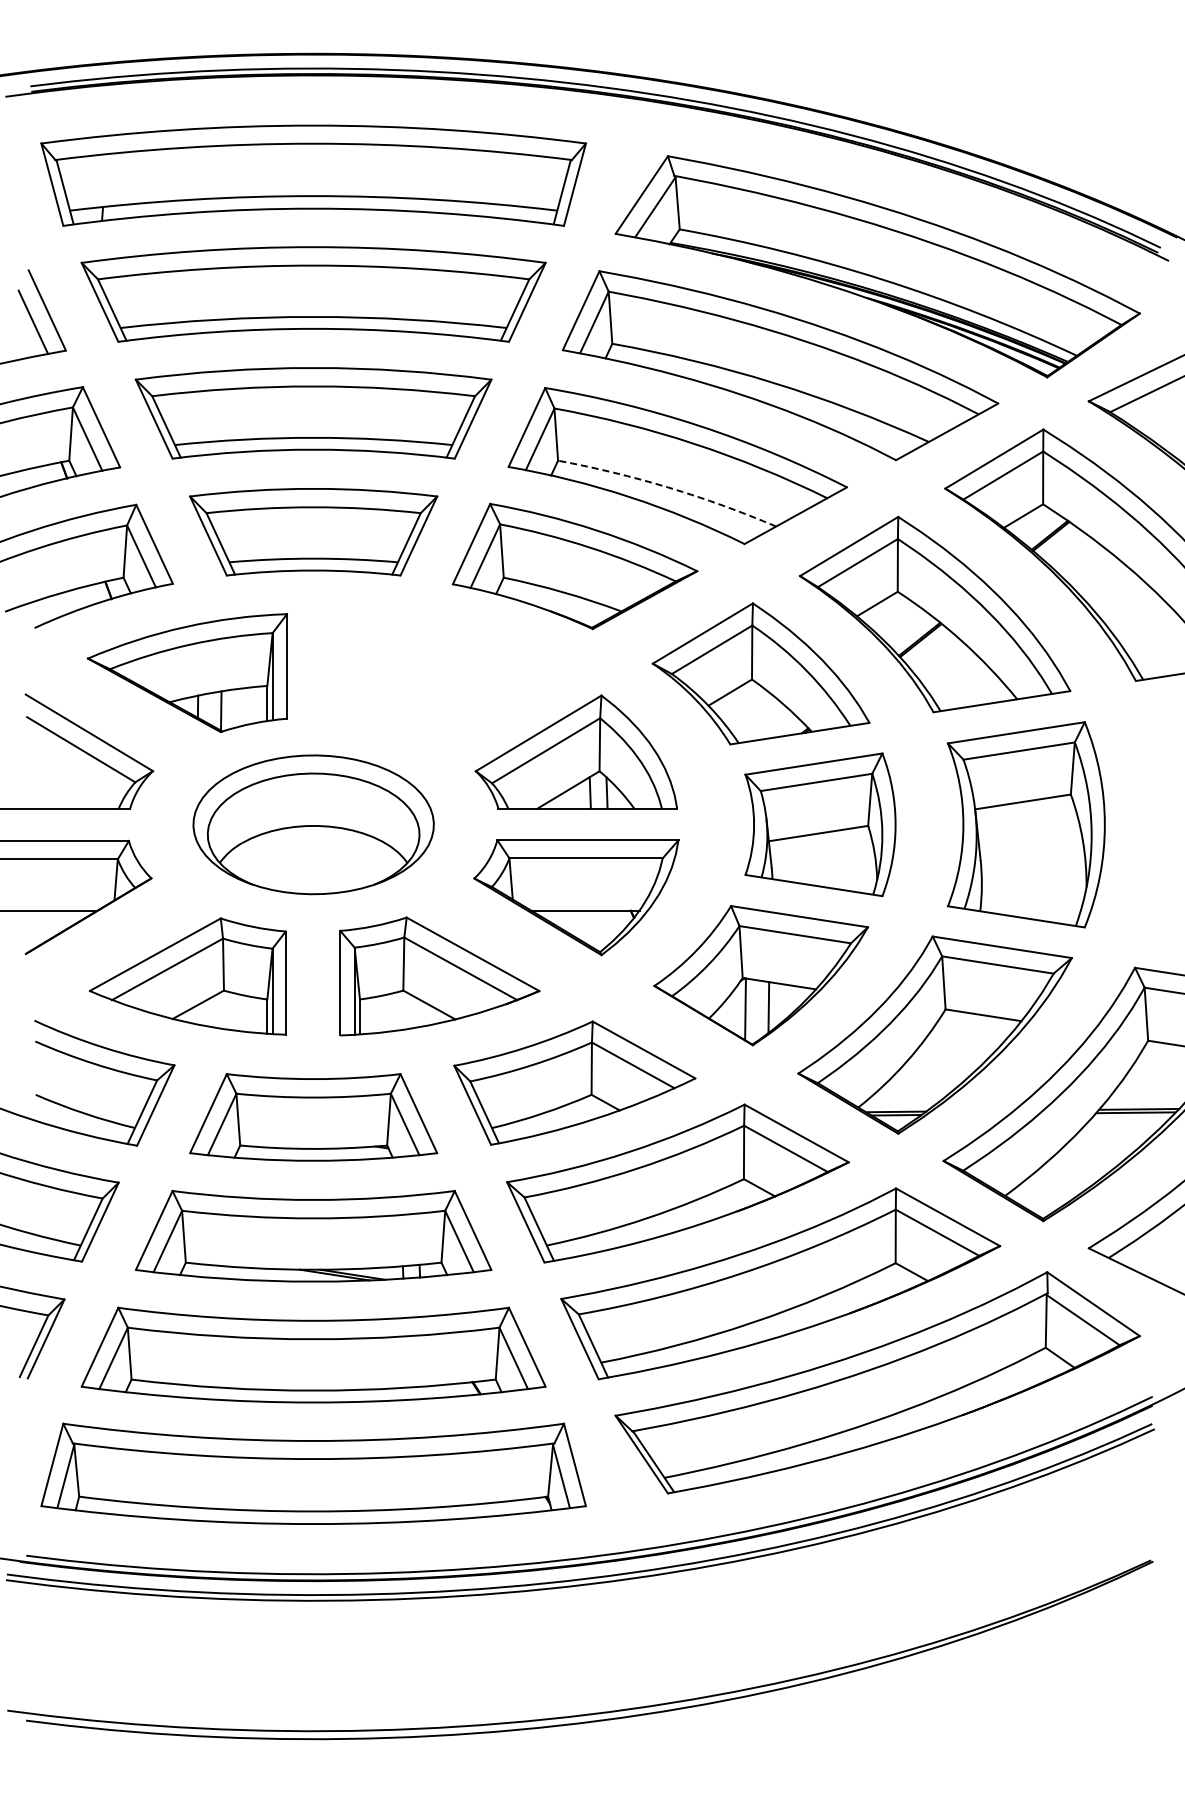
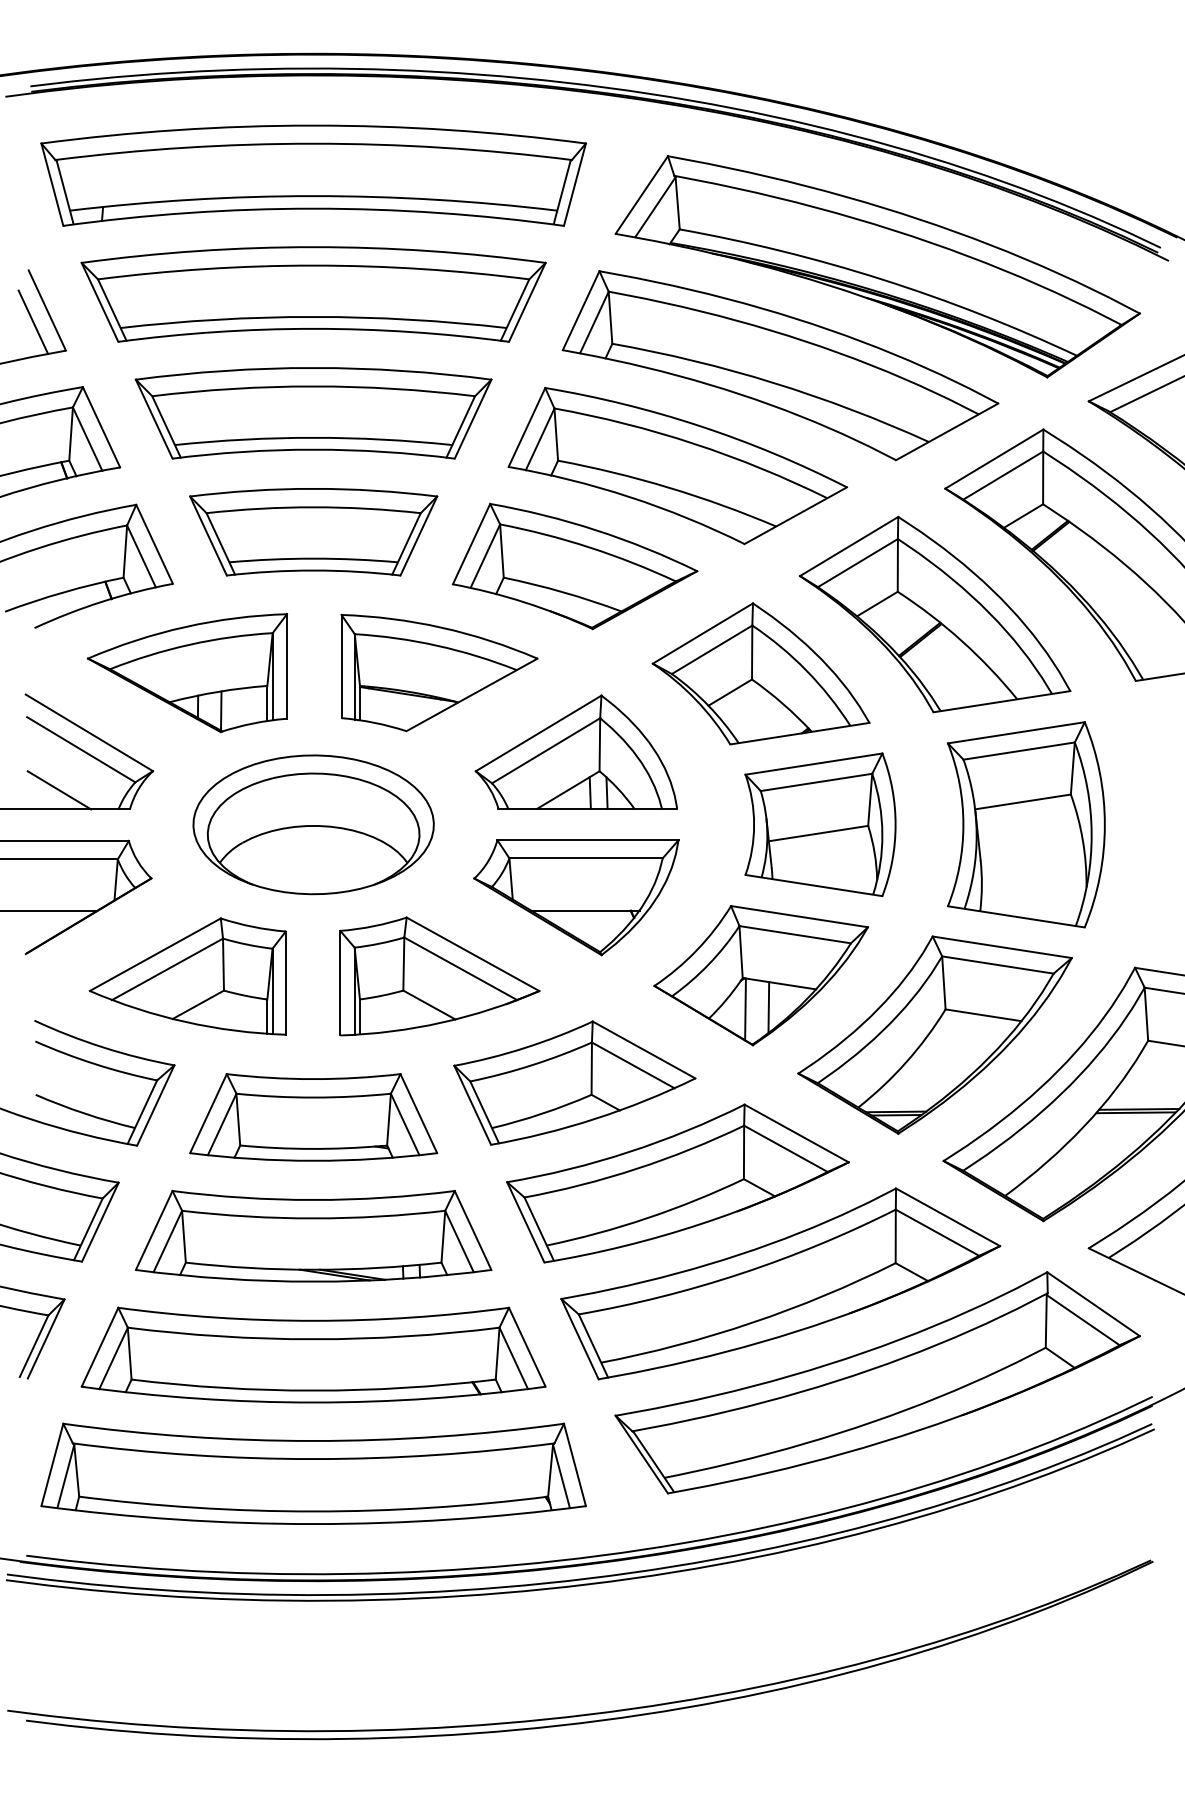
arc at (668, 487): dashed -> solid
part at (439, 672): none -> present
line at (59, 790): none -> present
